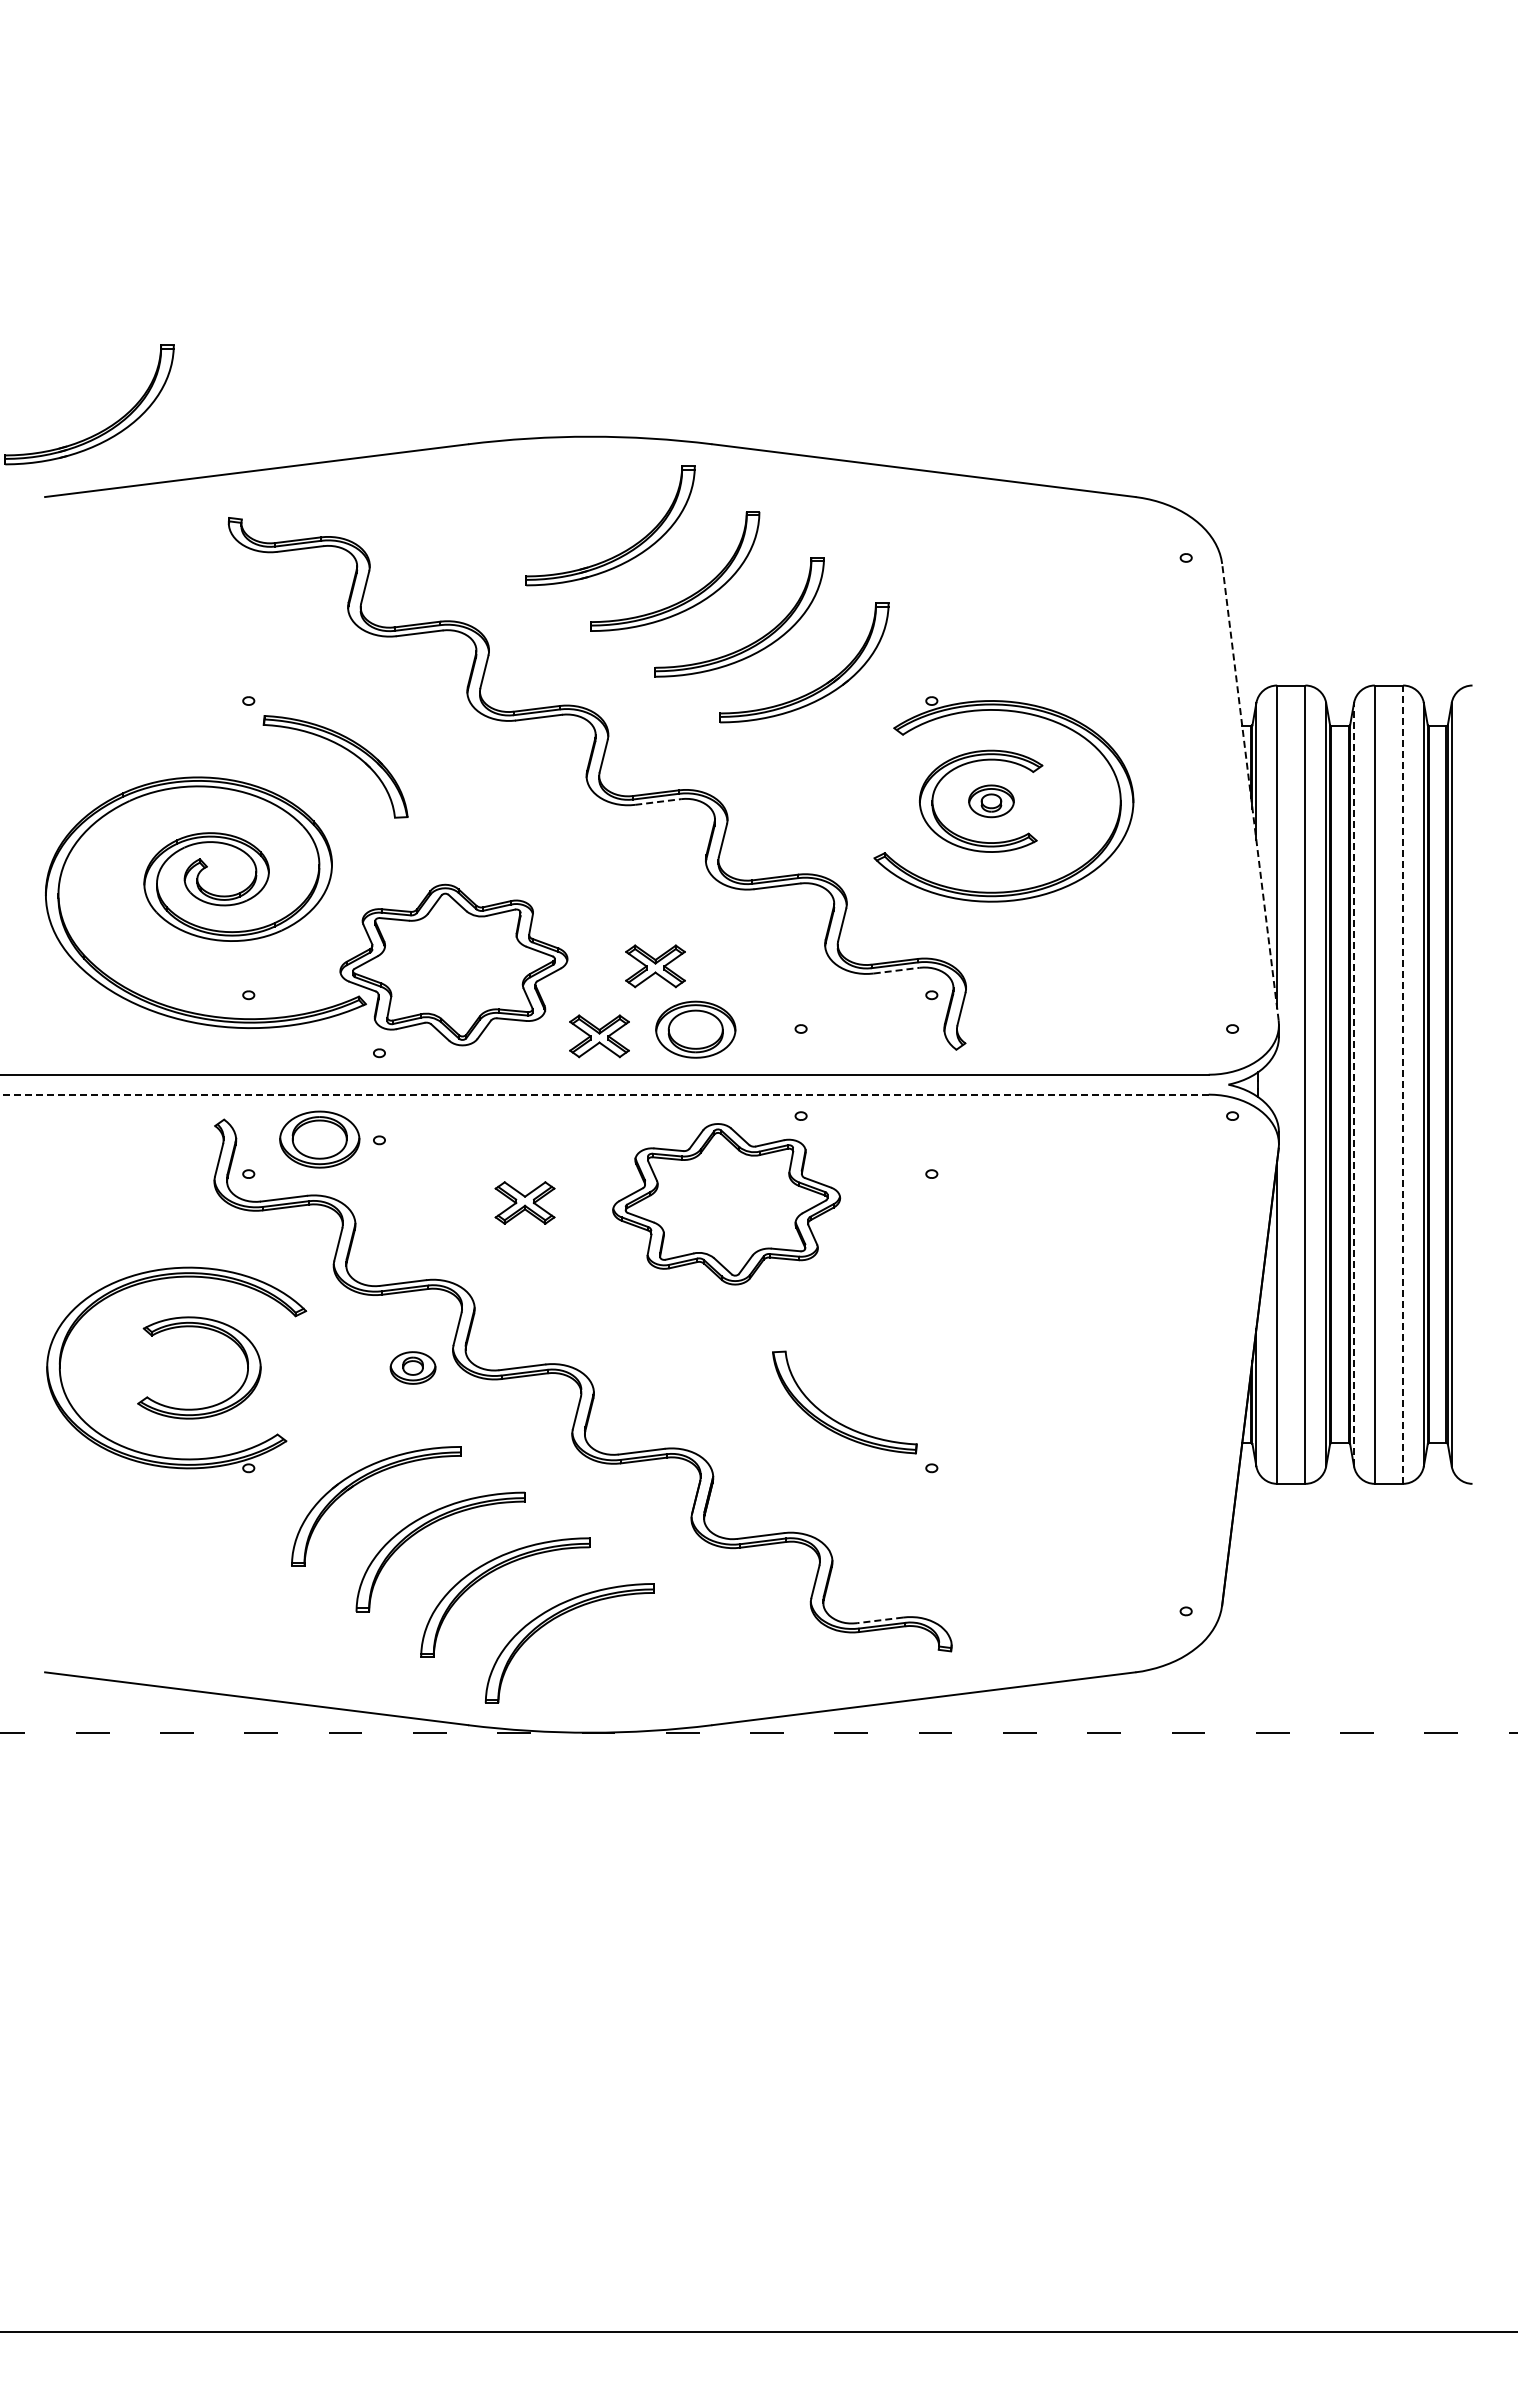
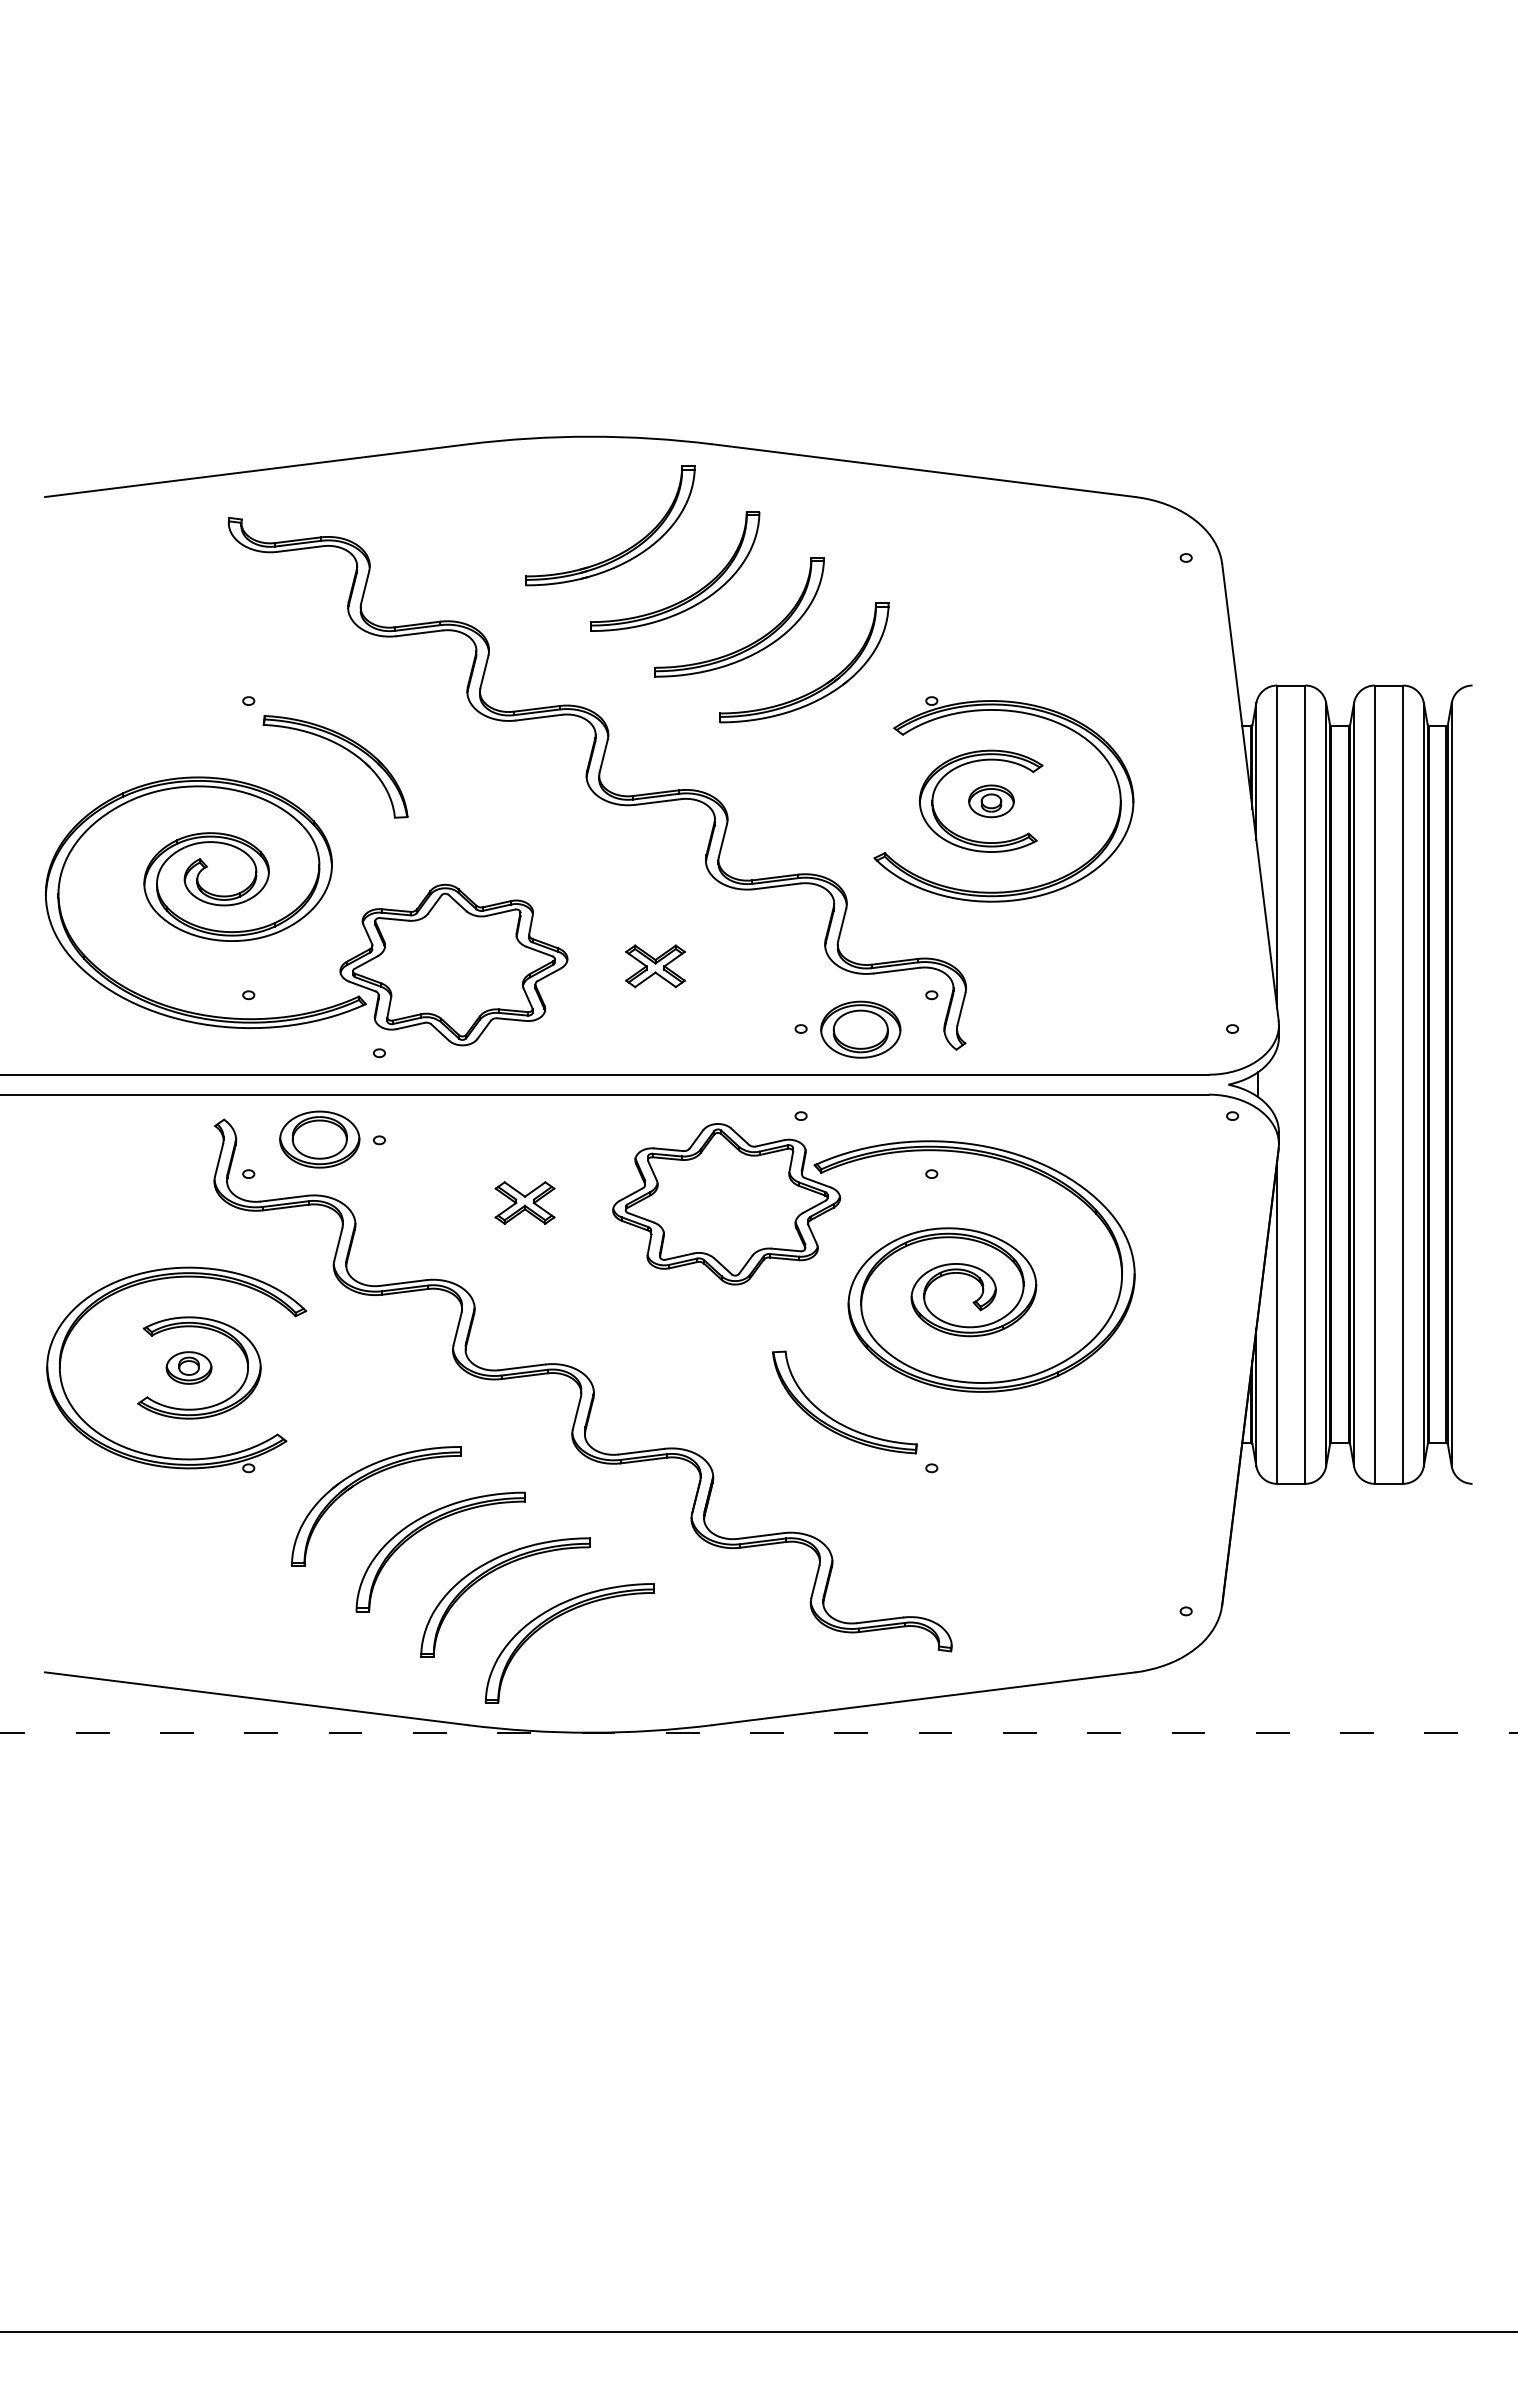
part at (106, 427): present -> none
line at (1250, 791): dashed -> solid
line at (658, 801): dashed -> solid
line at (897, 970): dashed -> solid
part at (695, 1029) position: (695, 1029) -> (860, 1029)
part at (599, 1036): present -> none
line at (1354, 1084): dashed -> solid
line at (1403, 1084): dashed -> solid
line at (604, 1094): dashed -> solid
part at (974, 1266): none -> present
part at (412, 1367) position: (412, 1367) -> (188, 1367)
line at (879, 1620): dashed -> solid
